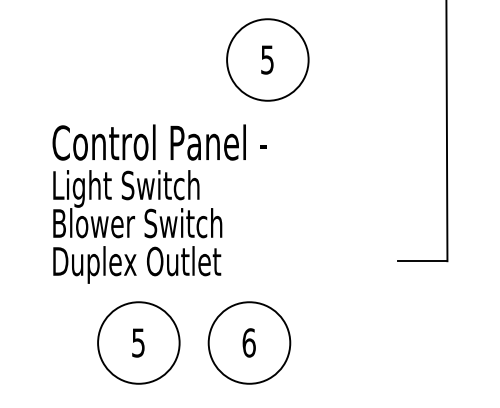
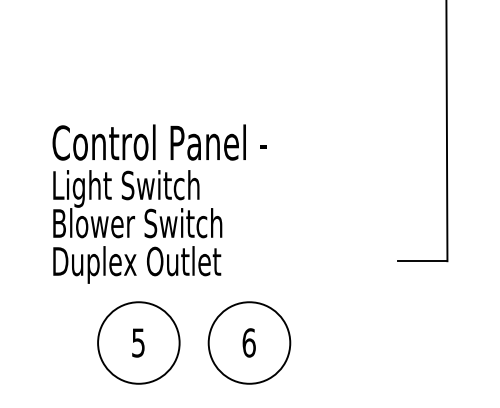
part at (267, 59): present -> none
